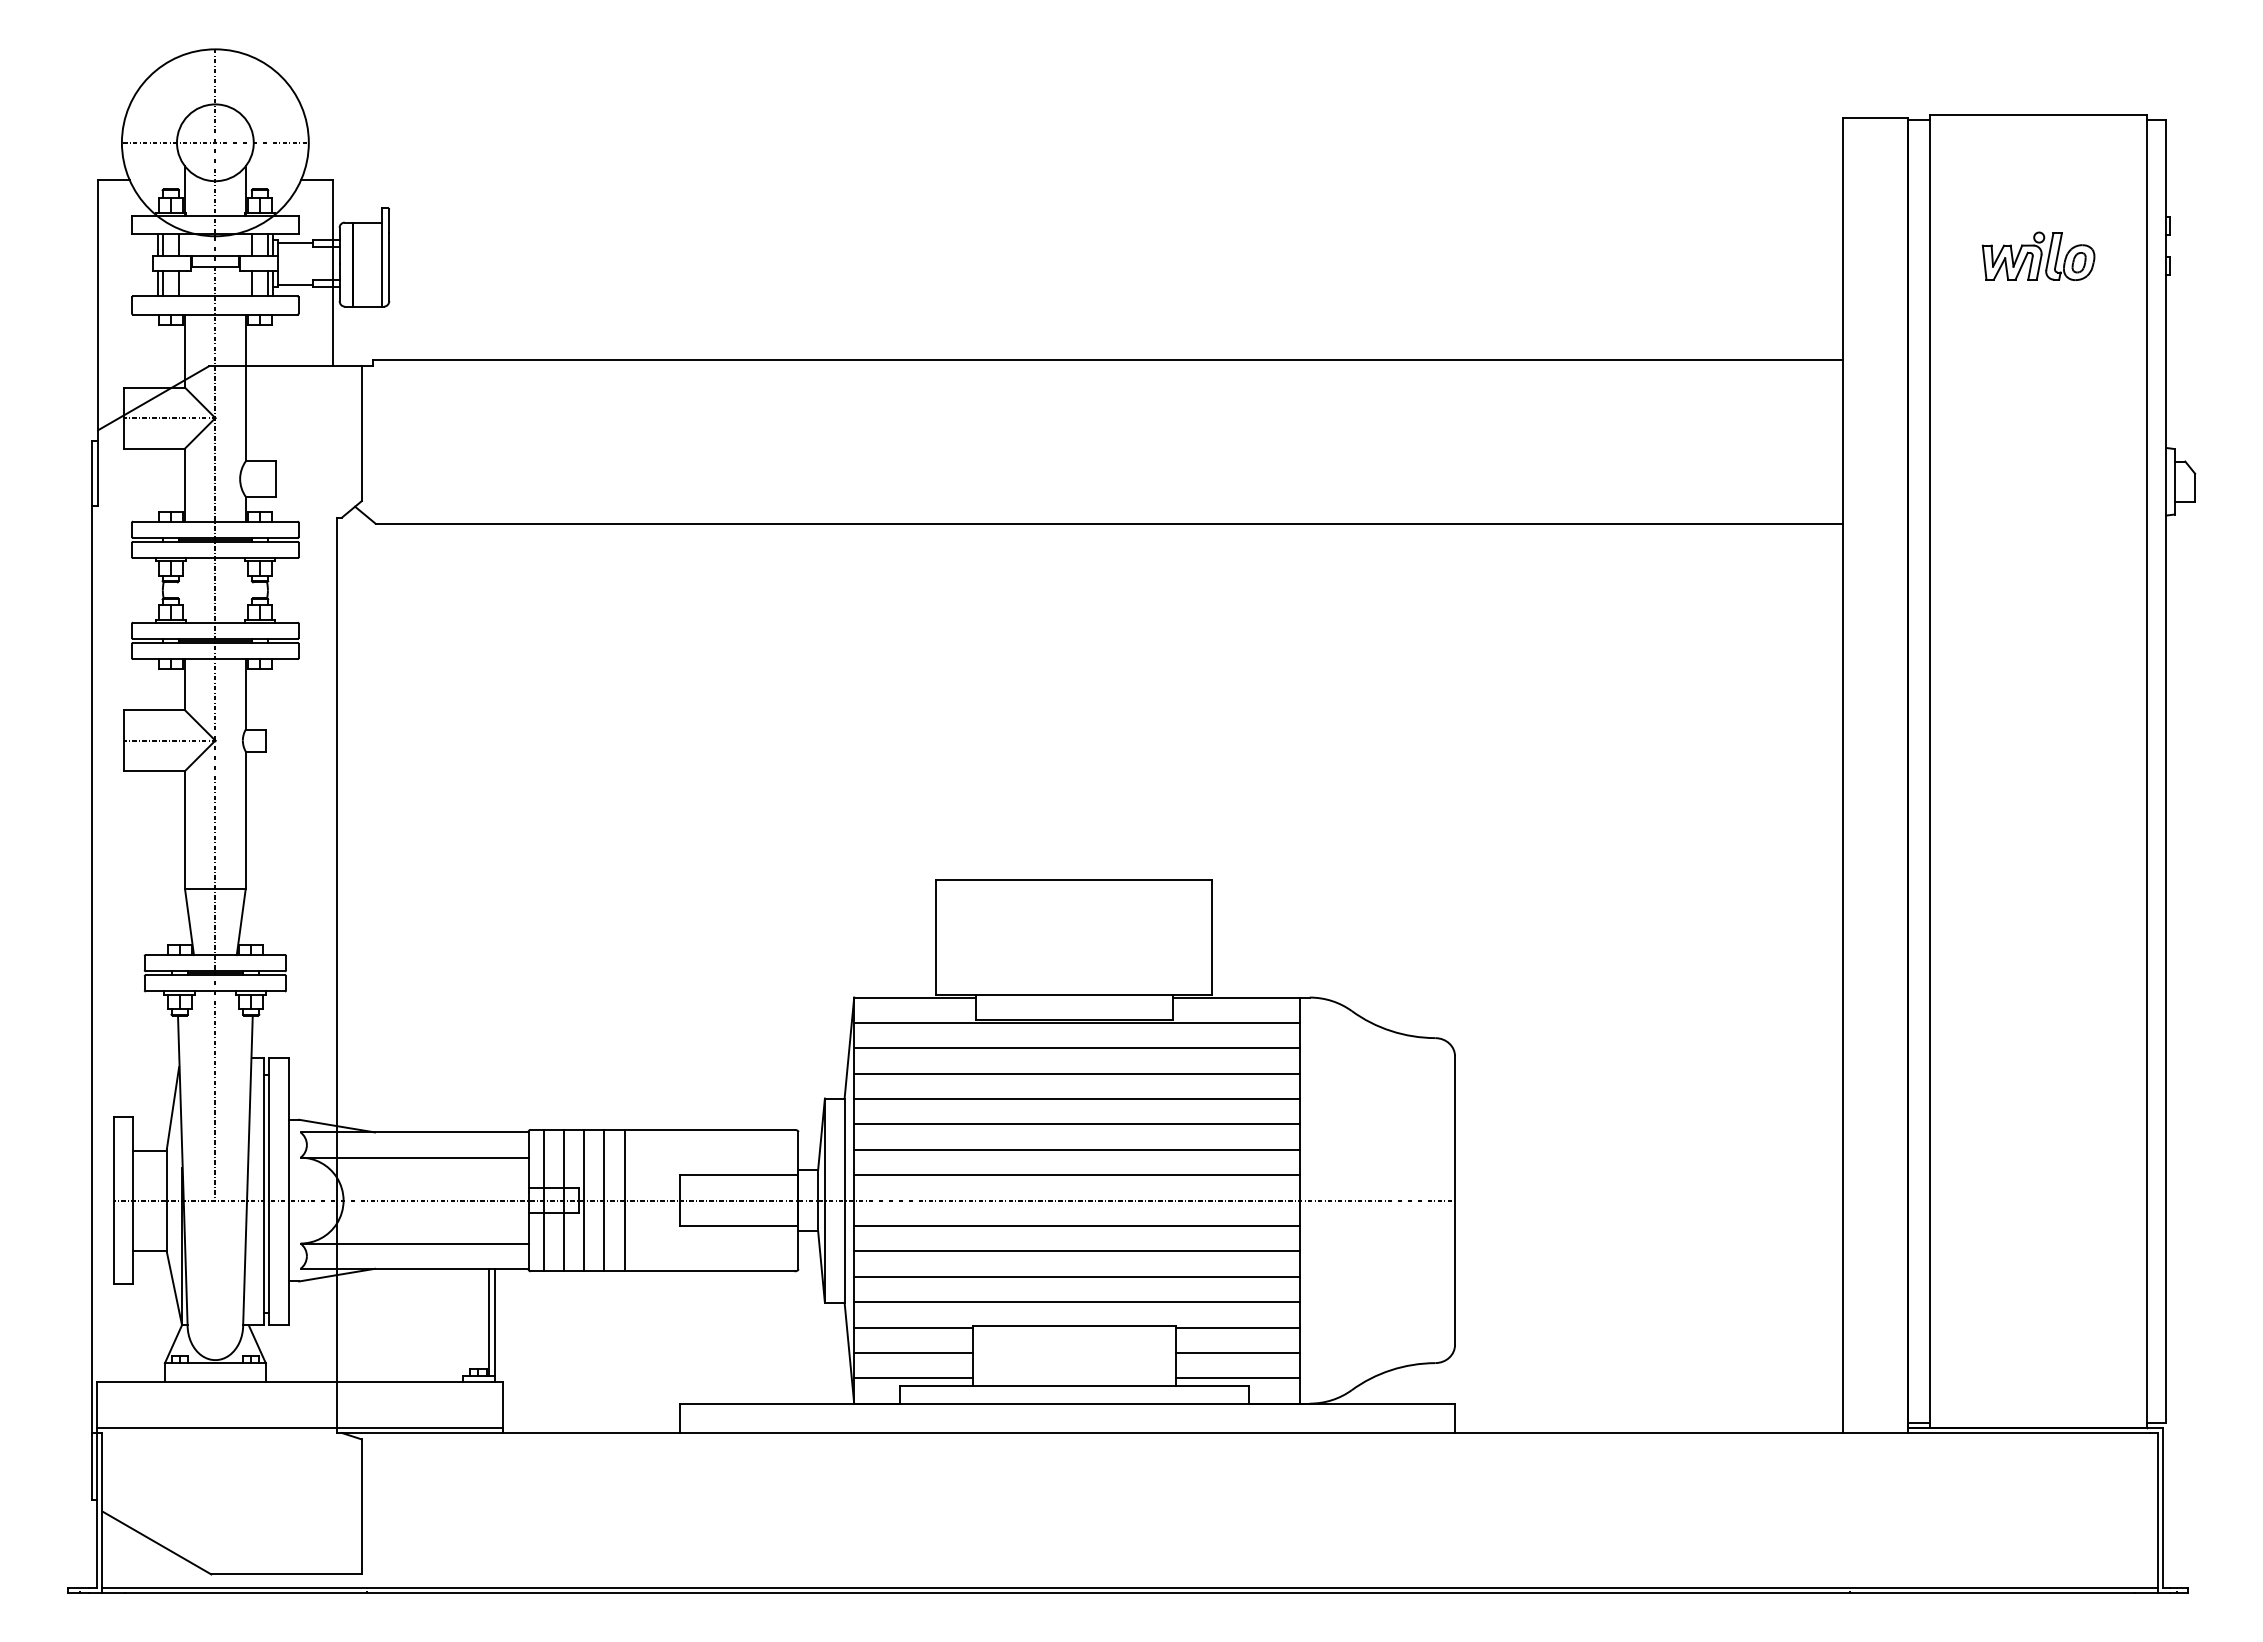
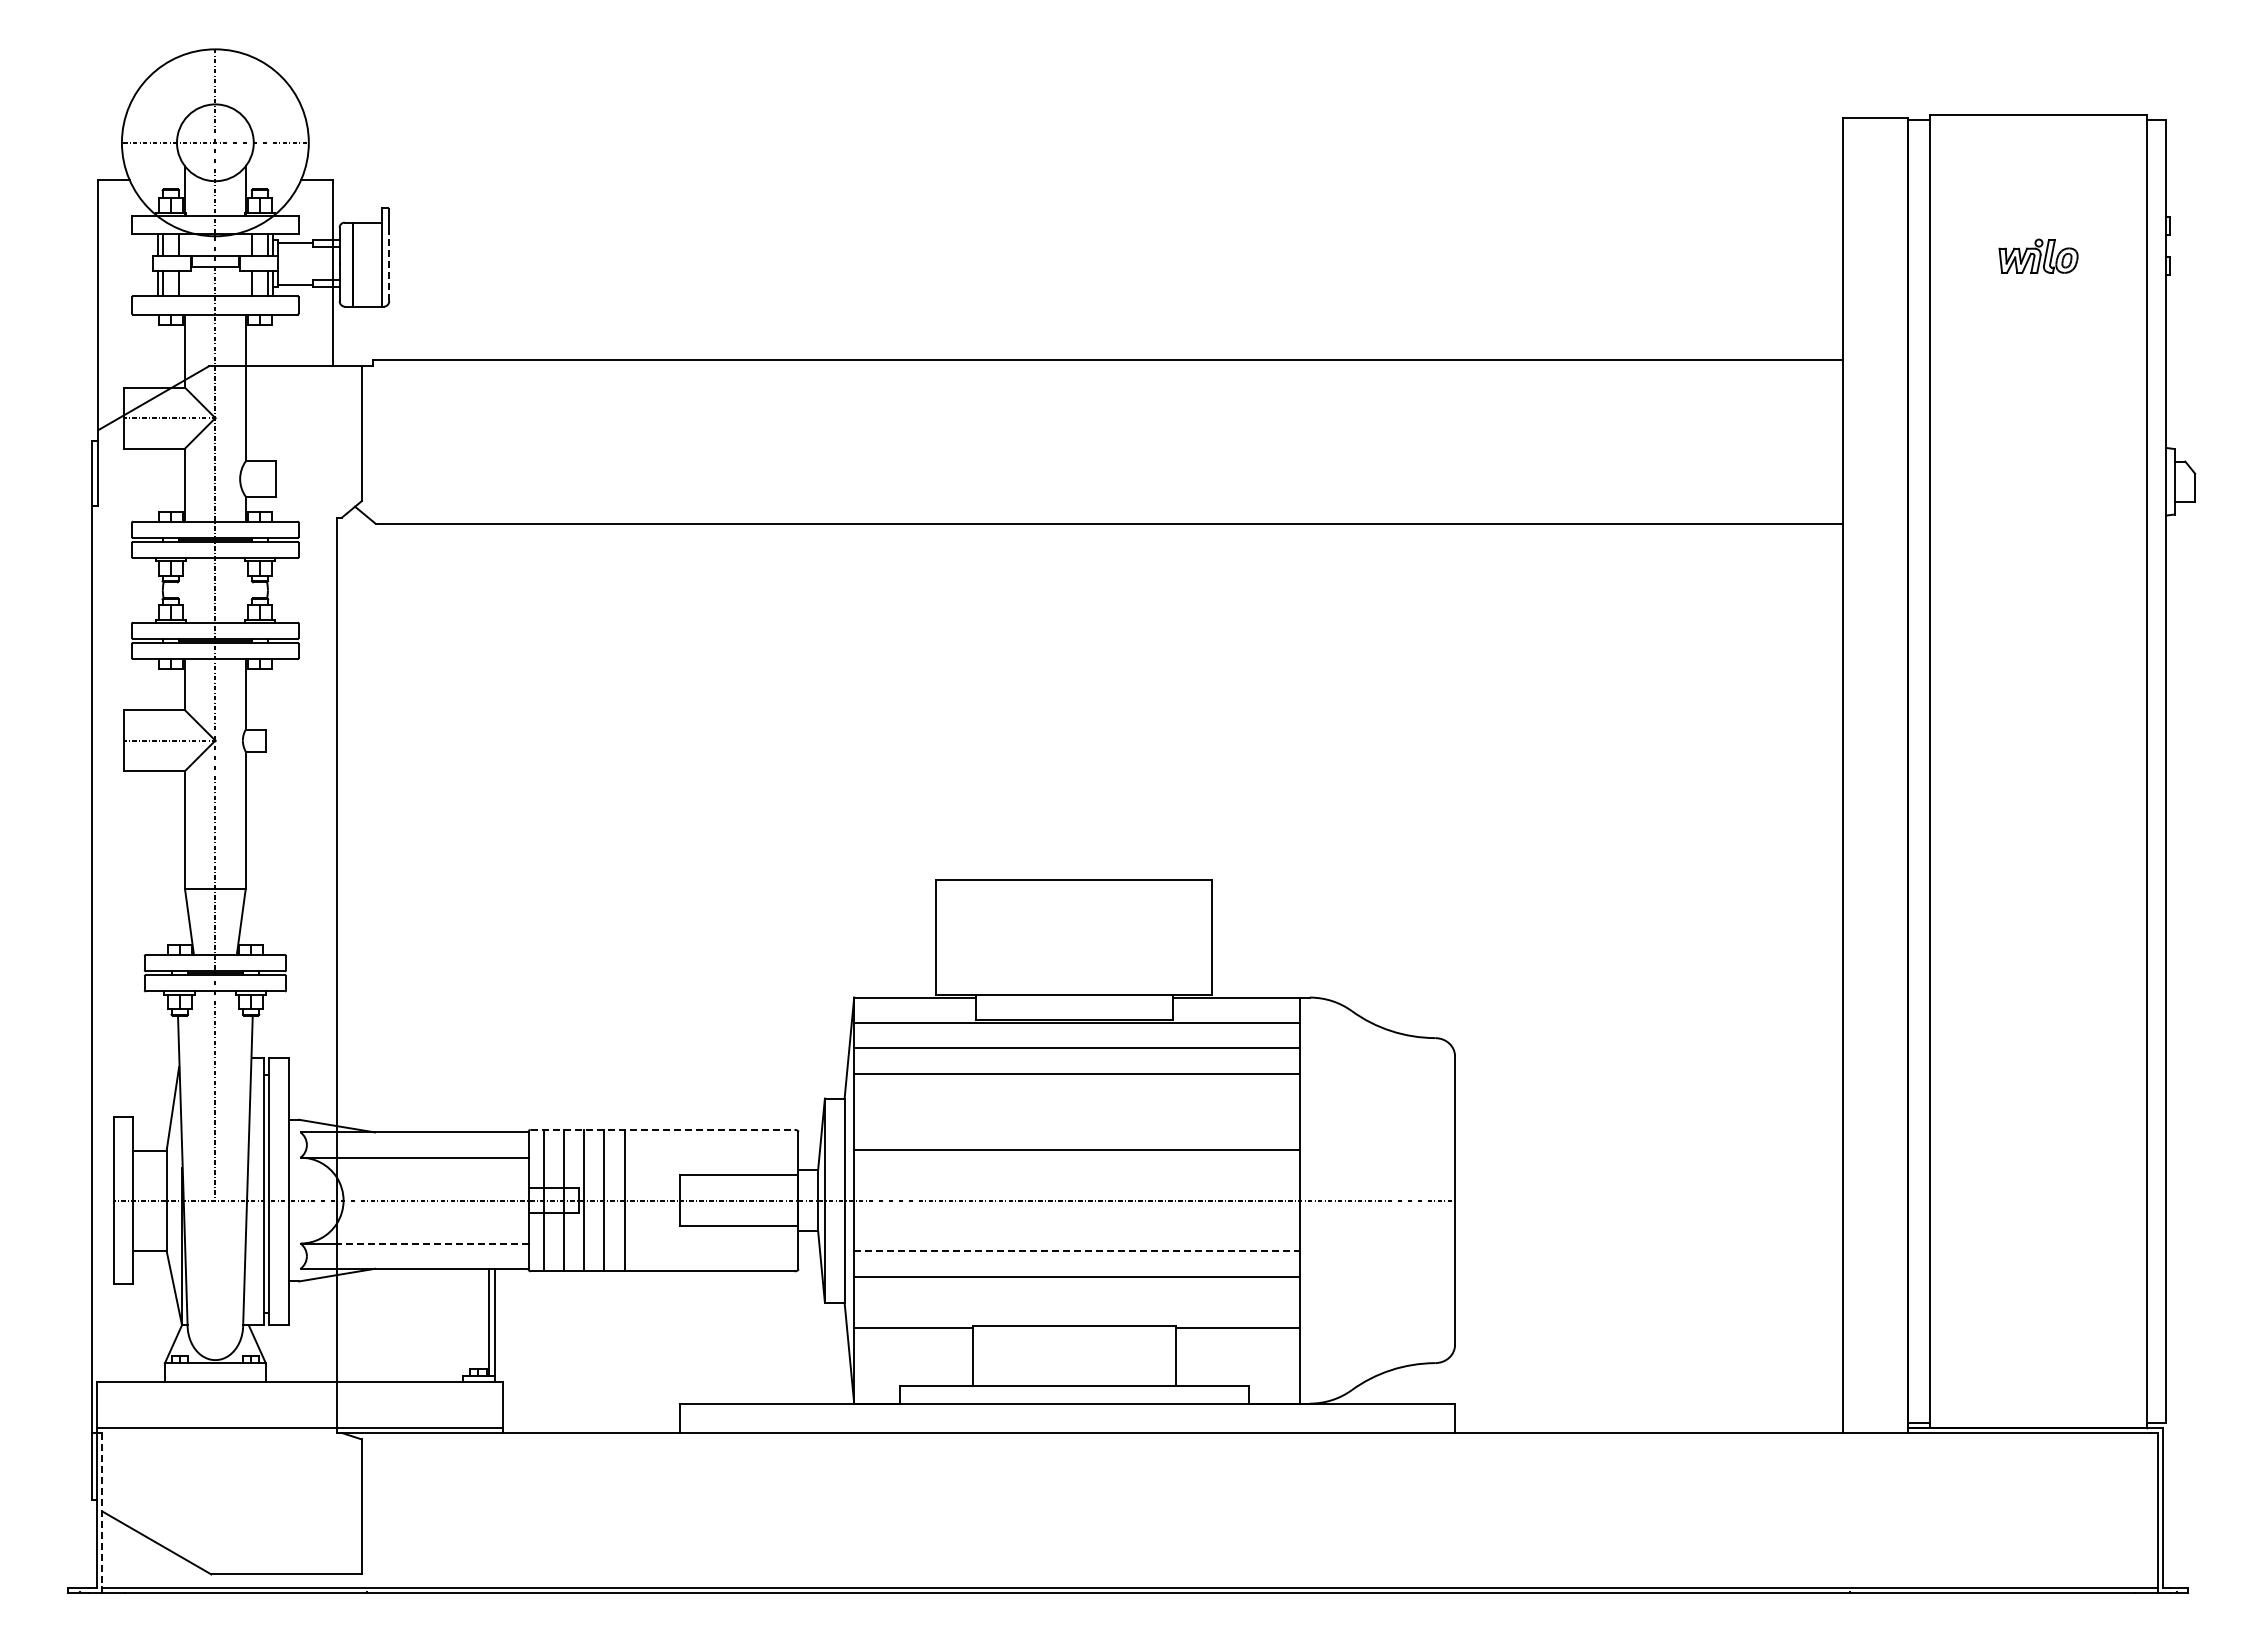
part at (2038, 255) size: 115x50 px -> 81x36 px
line at (389, 266): solid -> dashed
line at (1077, 1099): present -> none
line at (1077, 1124): present -> none
line at (662, 1129): solid -> dashed
line at (1077, 1175): present -> none
line at (1077, 1225): present -> none
line at (432, 1243): solid -> dashed
line at (1077, 1251): solid -> dashed
line at (1077, 1302): present -> none
line at (913, 1352): present -> none
line at (1238, 1352): present -> none
line at (913, 1378): present -> none
line at (1238, 1378): present -> none
line at (102, 1509): solid -> dashed
